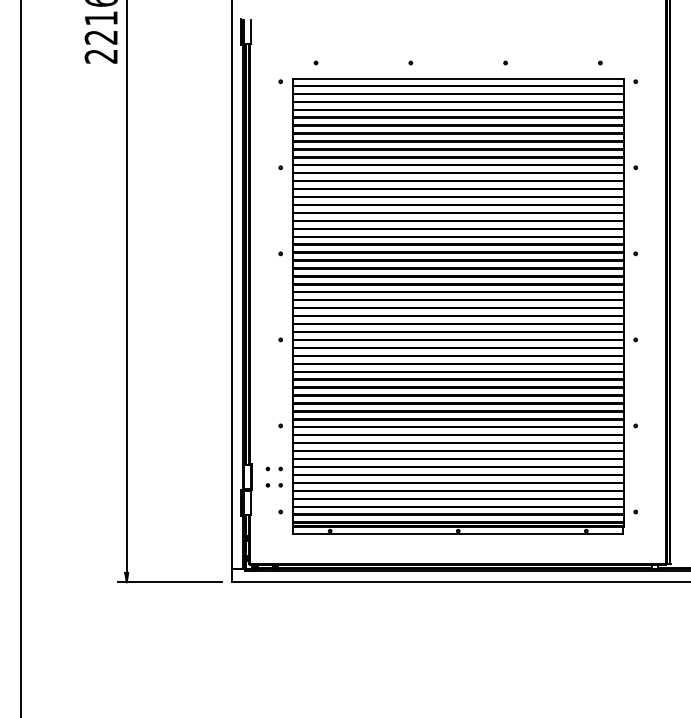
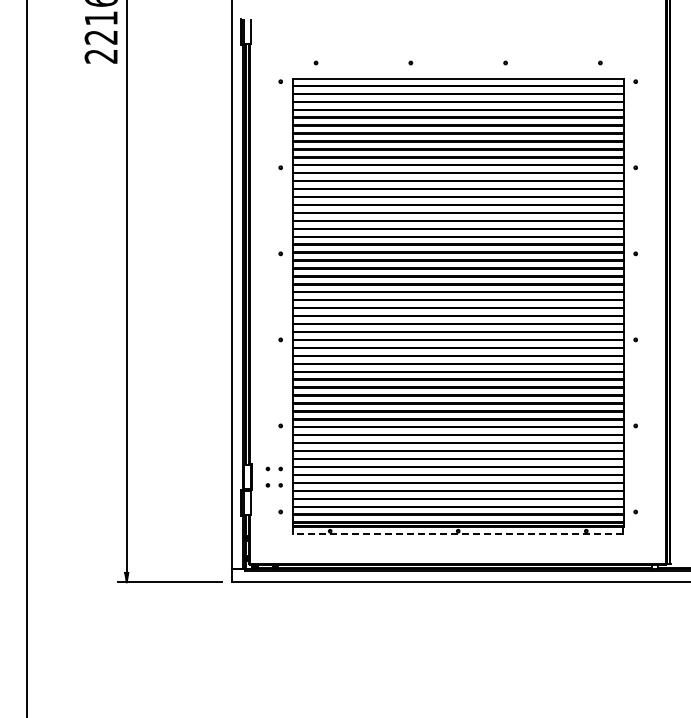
line at (20, 358) position: (20, 358) -> (26, 358)
line at (457, 534): solid -> dashed
